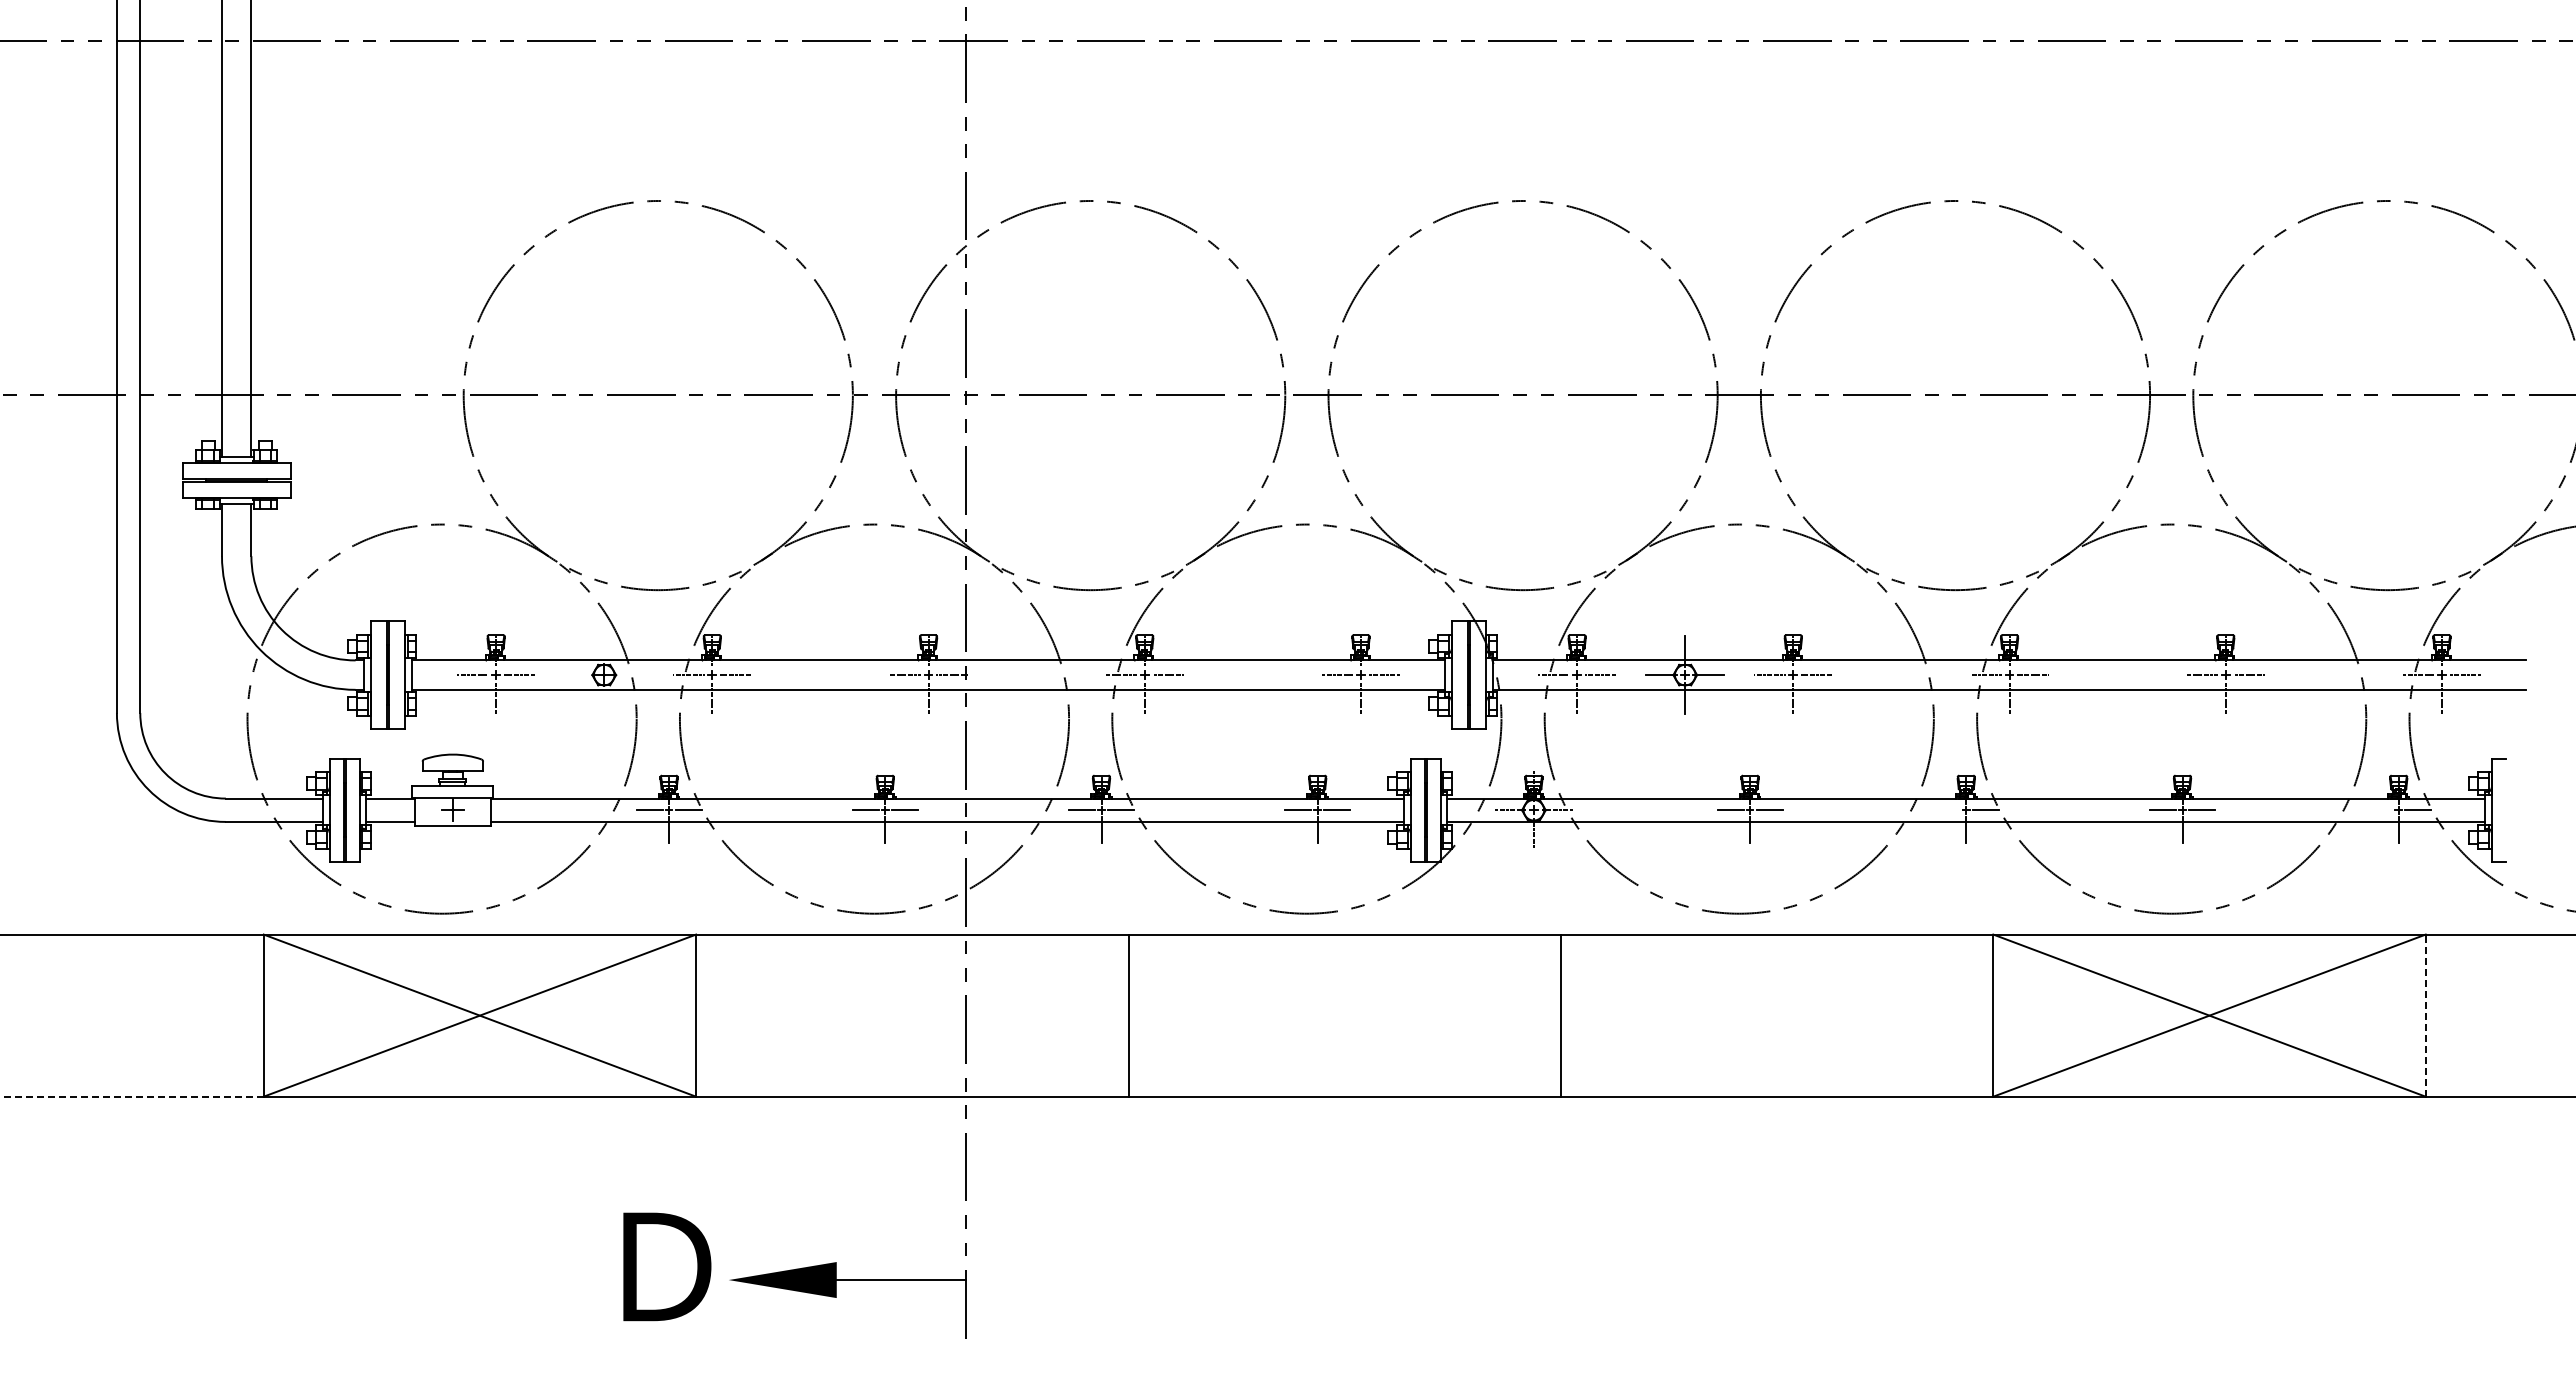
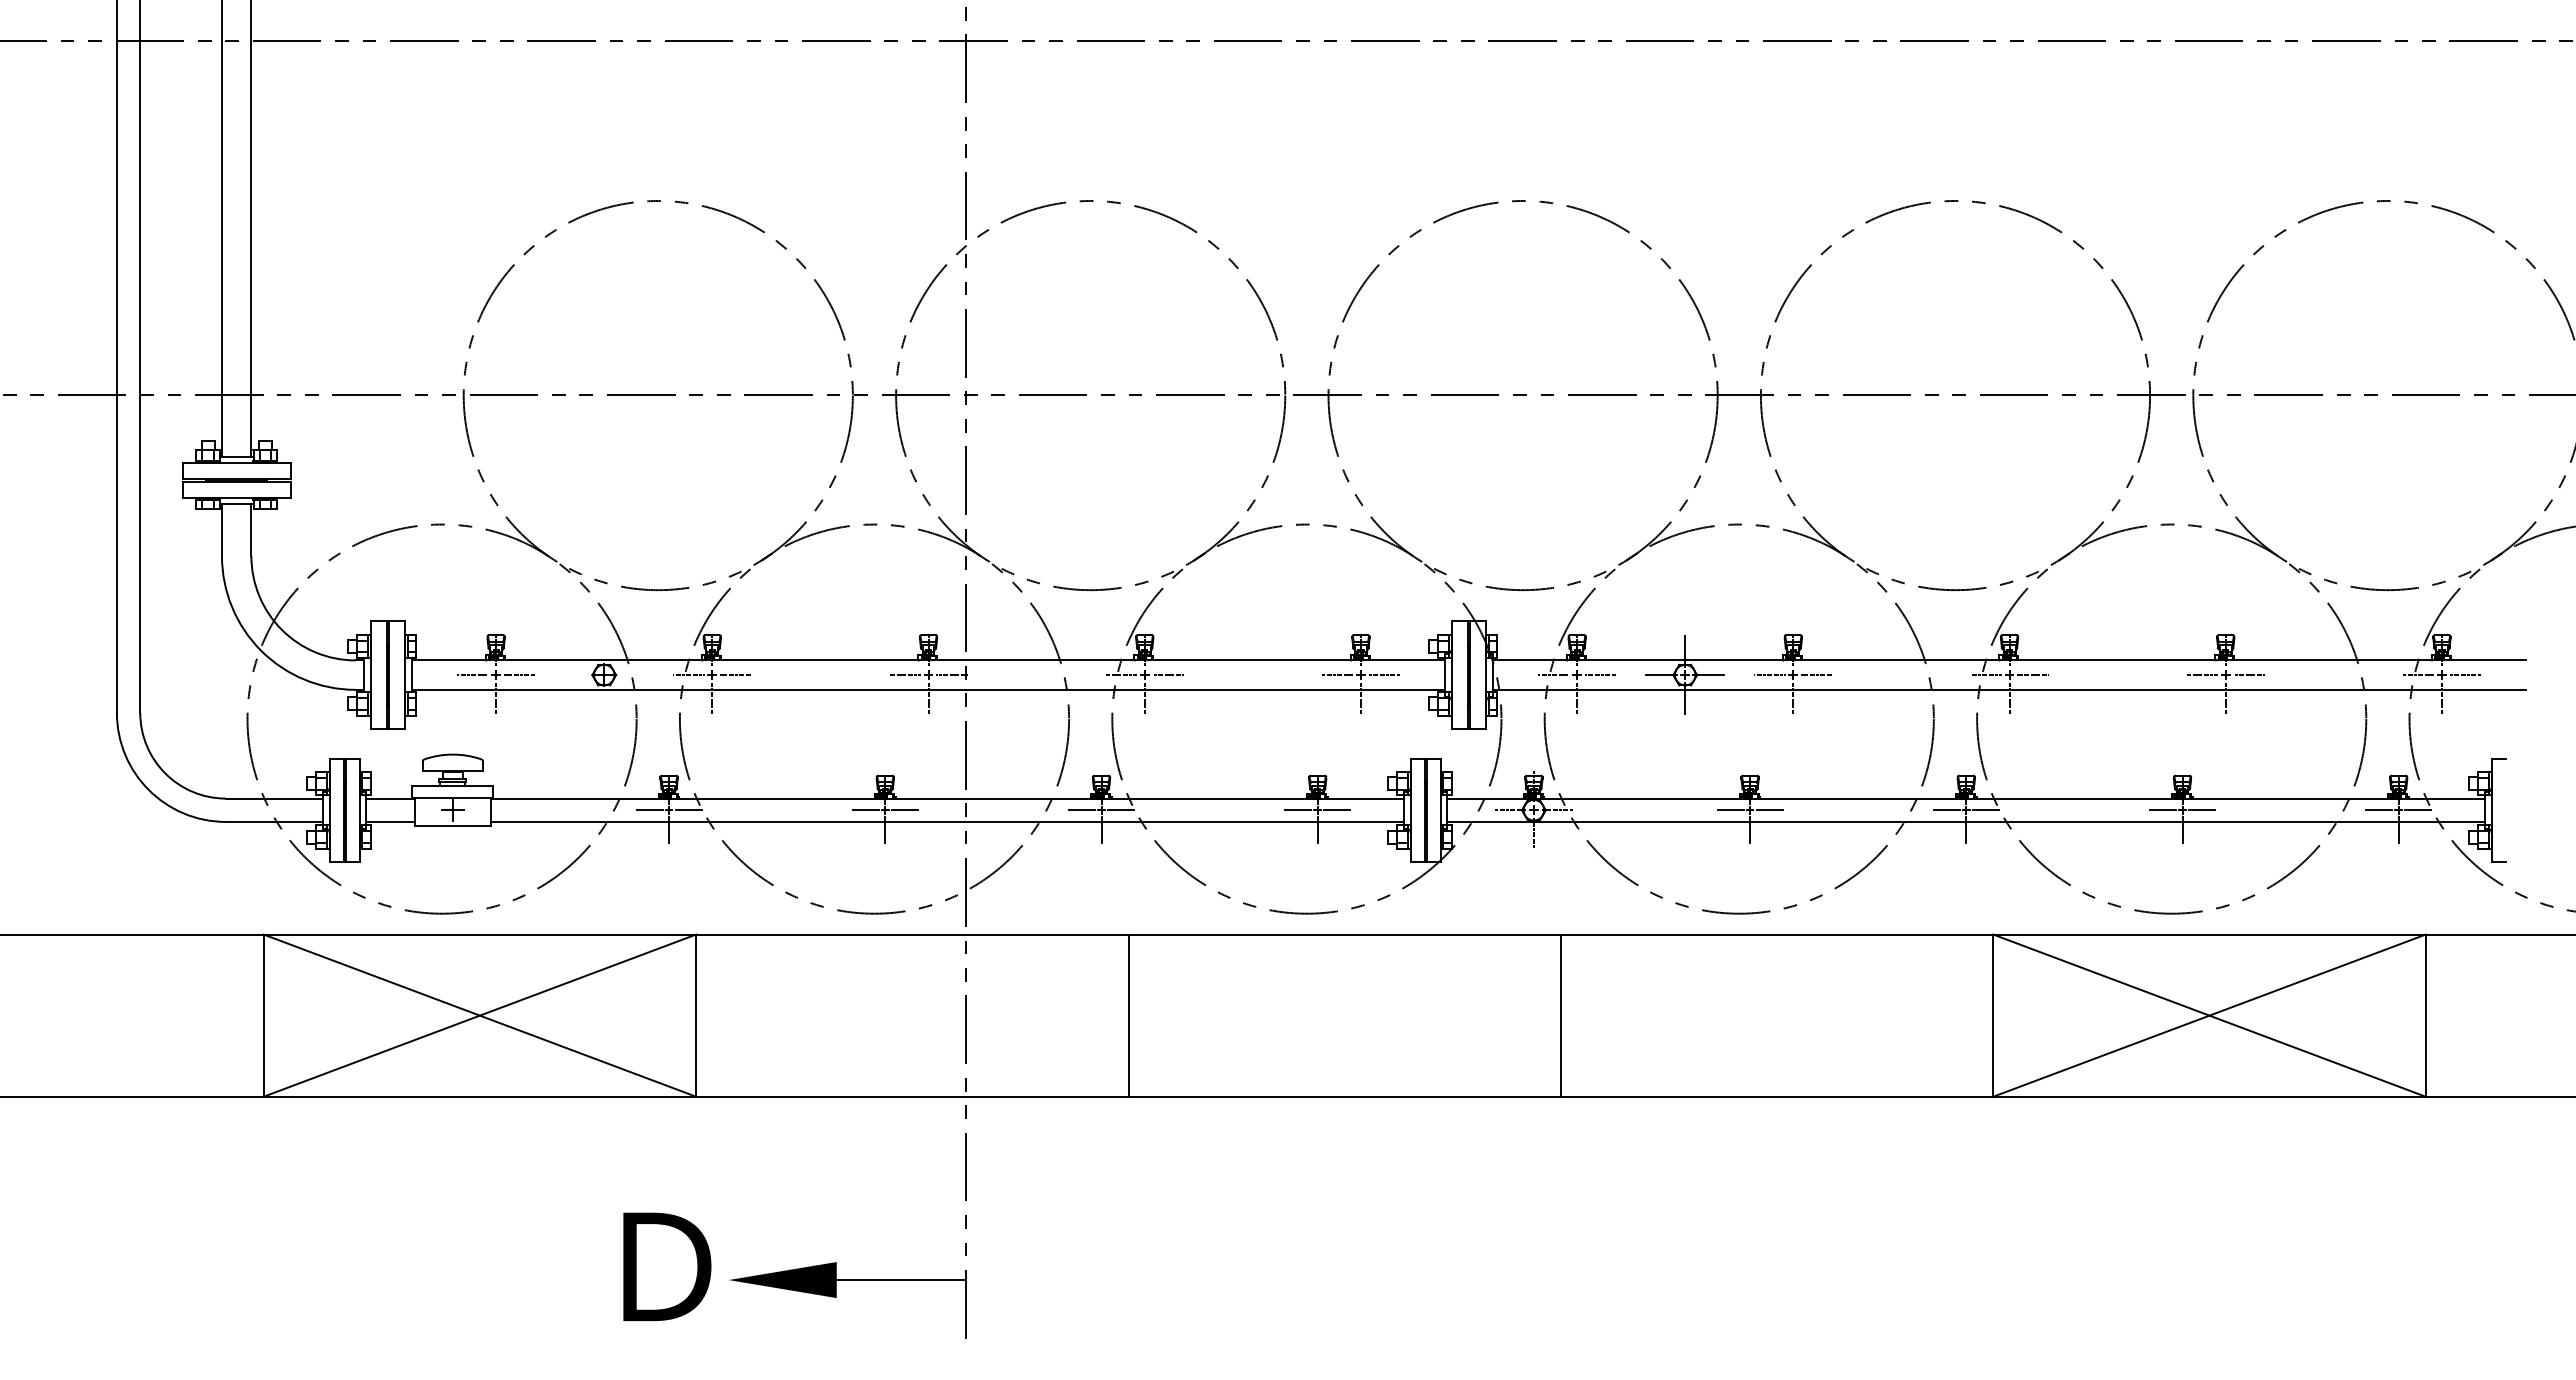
line at (1946, 810): none -> present
line at (2379, 810): none -> present
line at (2425, 1015): dashed -> solid
line at (131, 1096): dashed -> solid
